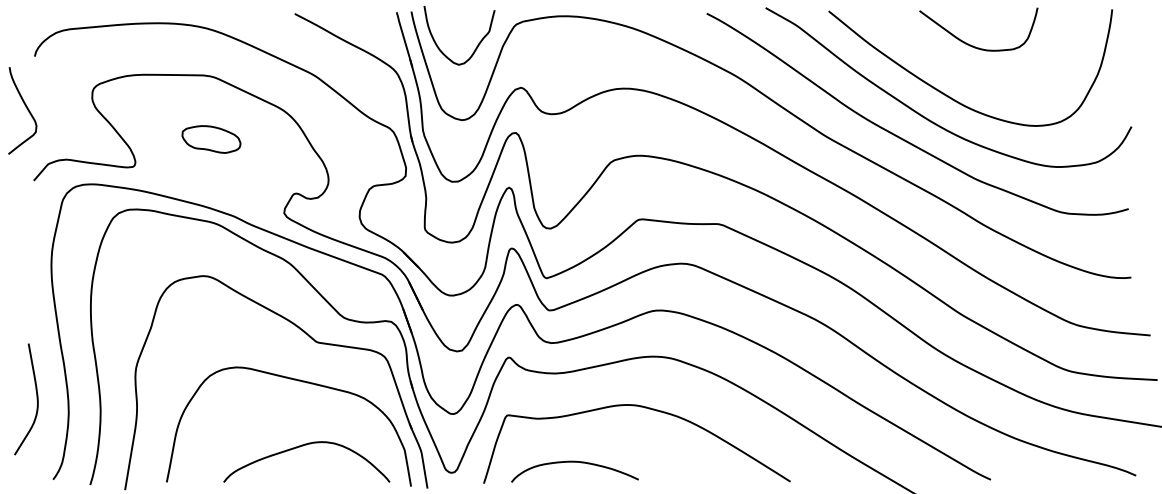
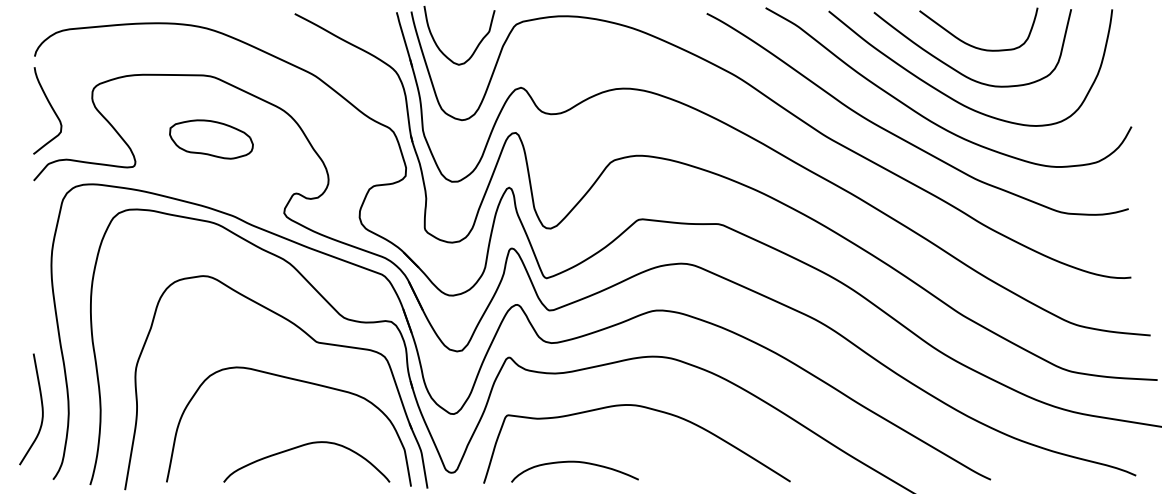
curve at (956, 69): none -> present
curve at (25, 107) position: (25, 107) -> (50, 107)
part at (211, 139) size: 61x29 px -> 85x41 px
curve at (36, 399) position: (36, 399) -> (41, 409)
